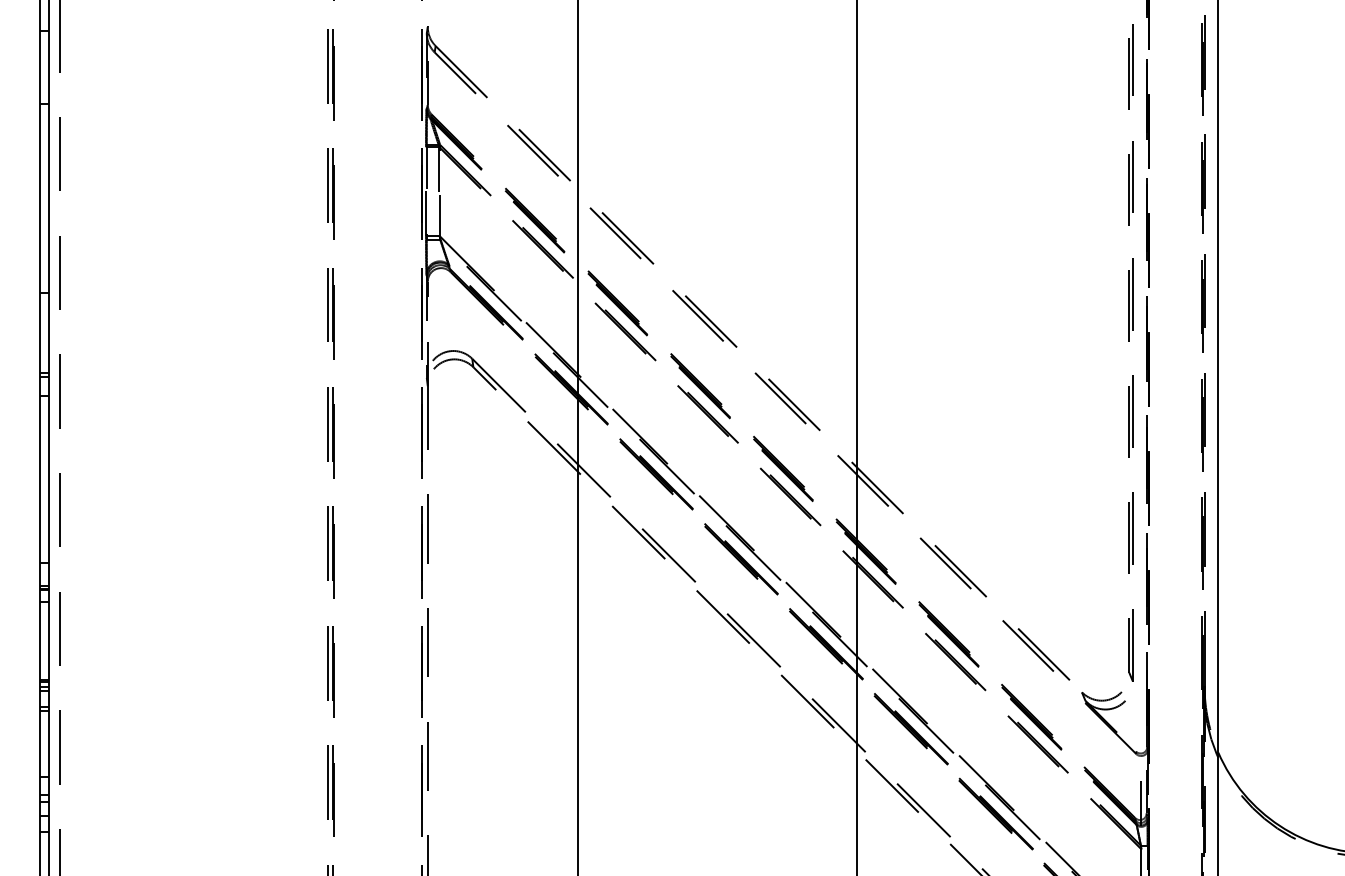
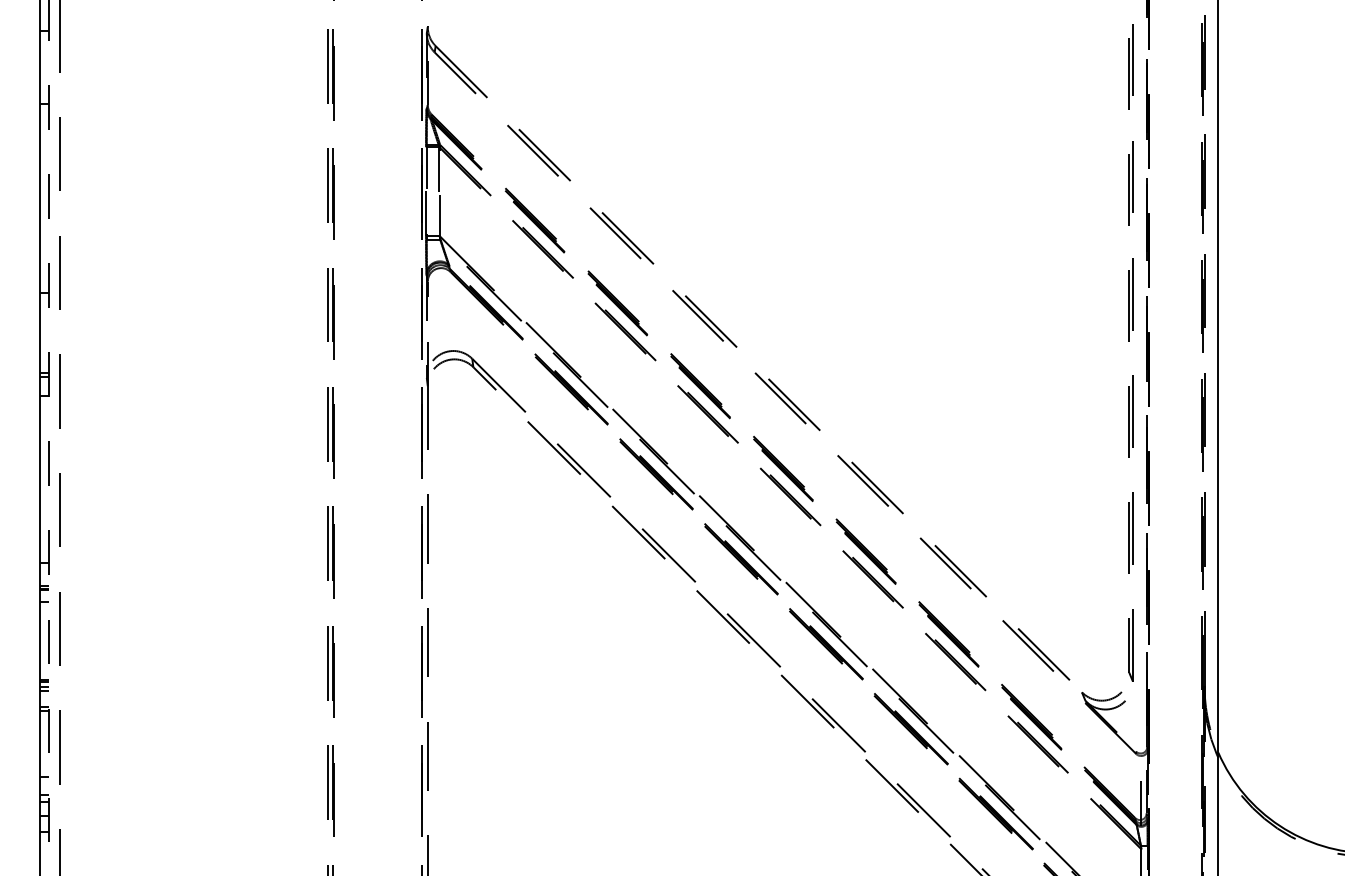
line at (578, 437): present -> none
line at (856, 437): present -> none
line at (49, 438): solid -> dashed
